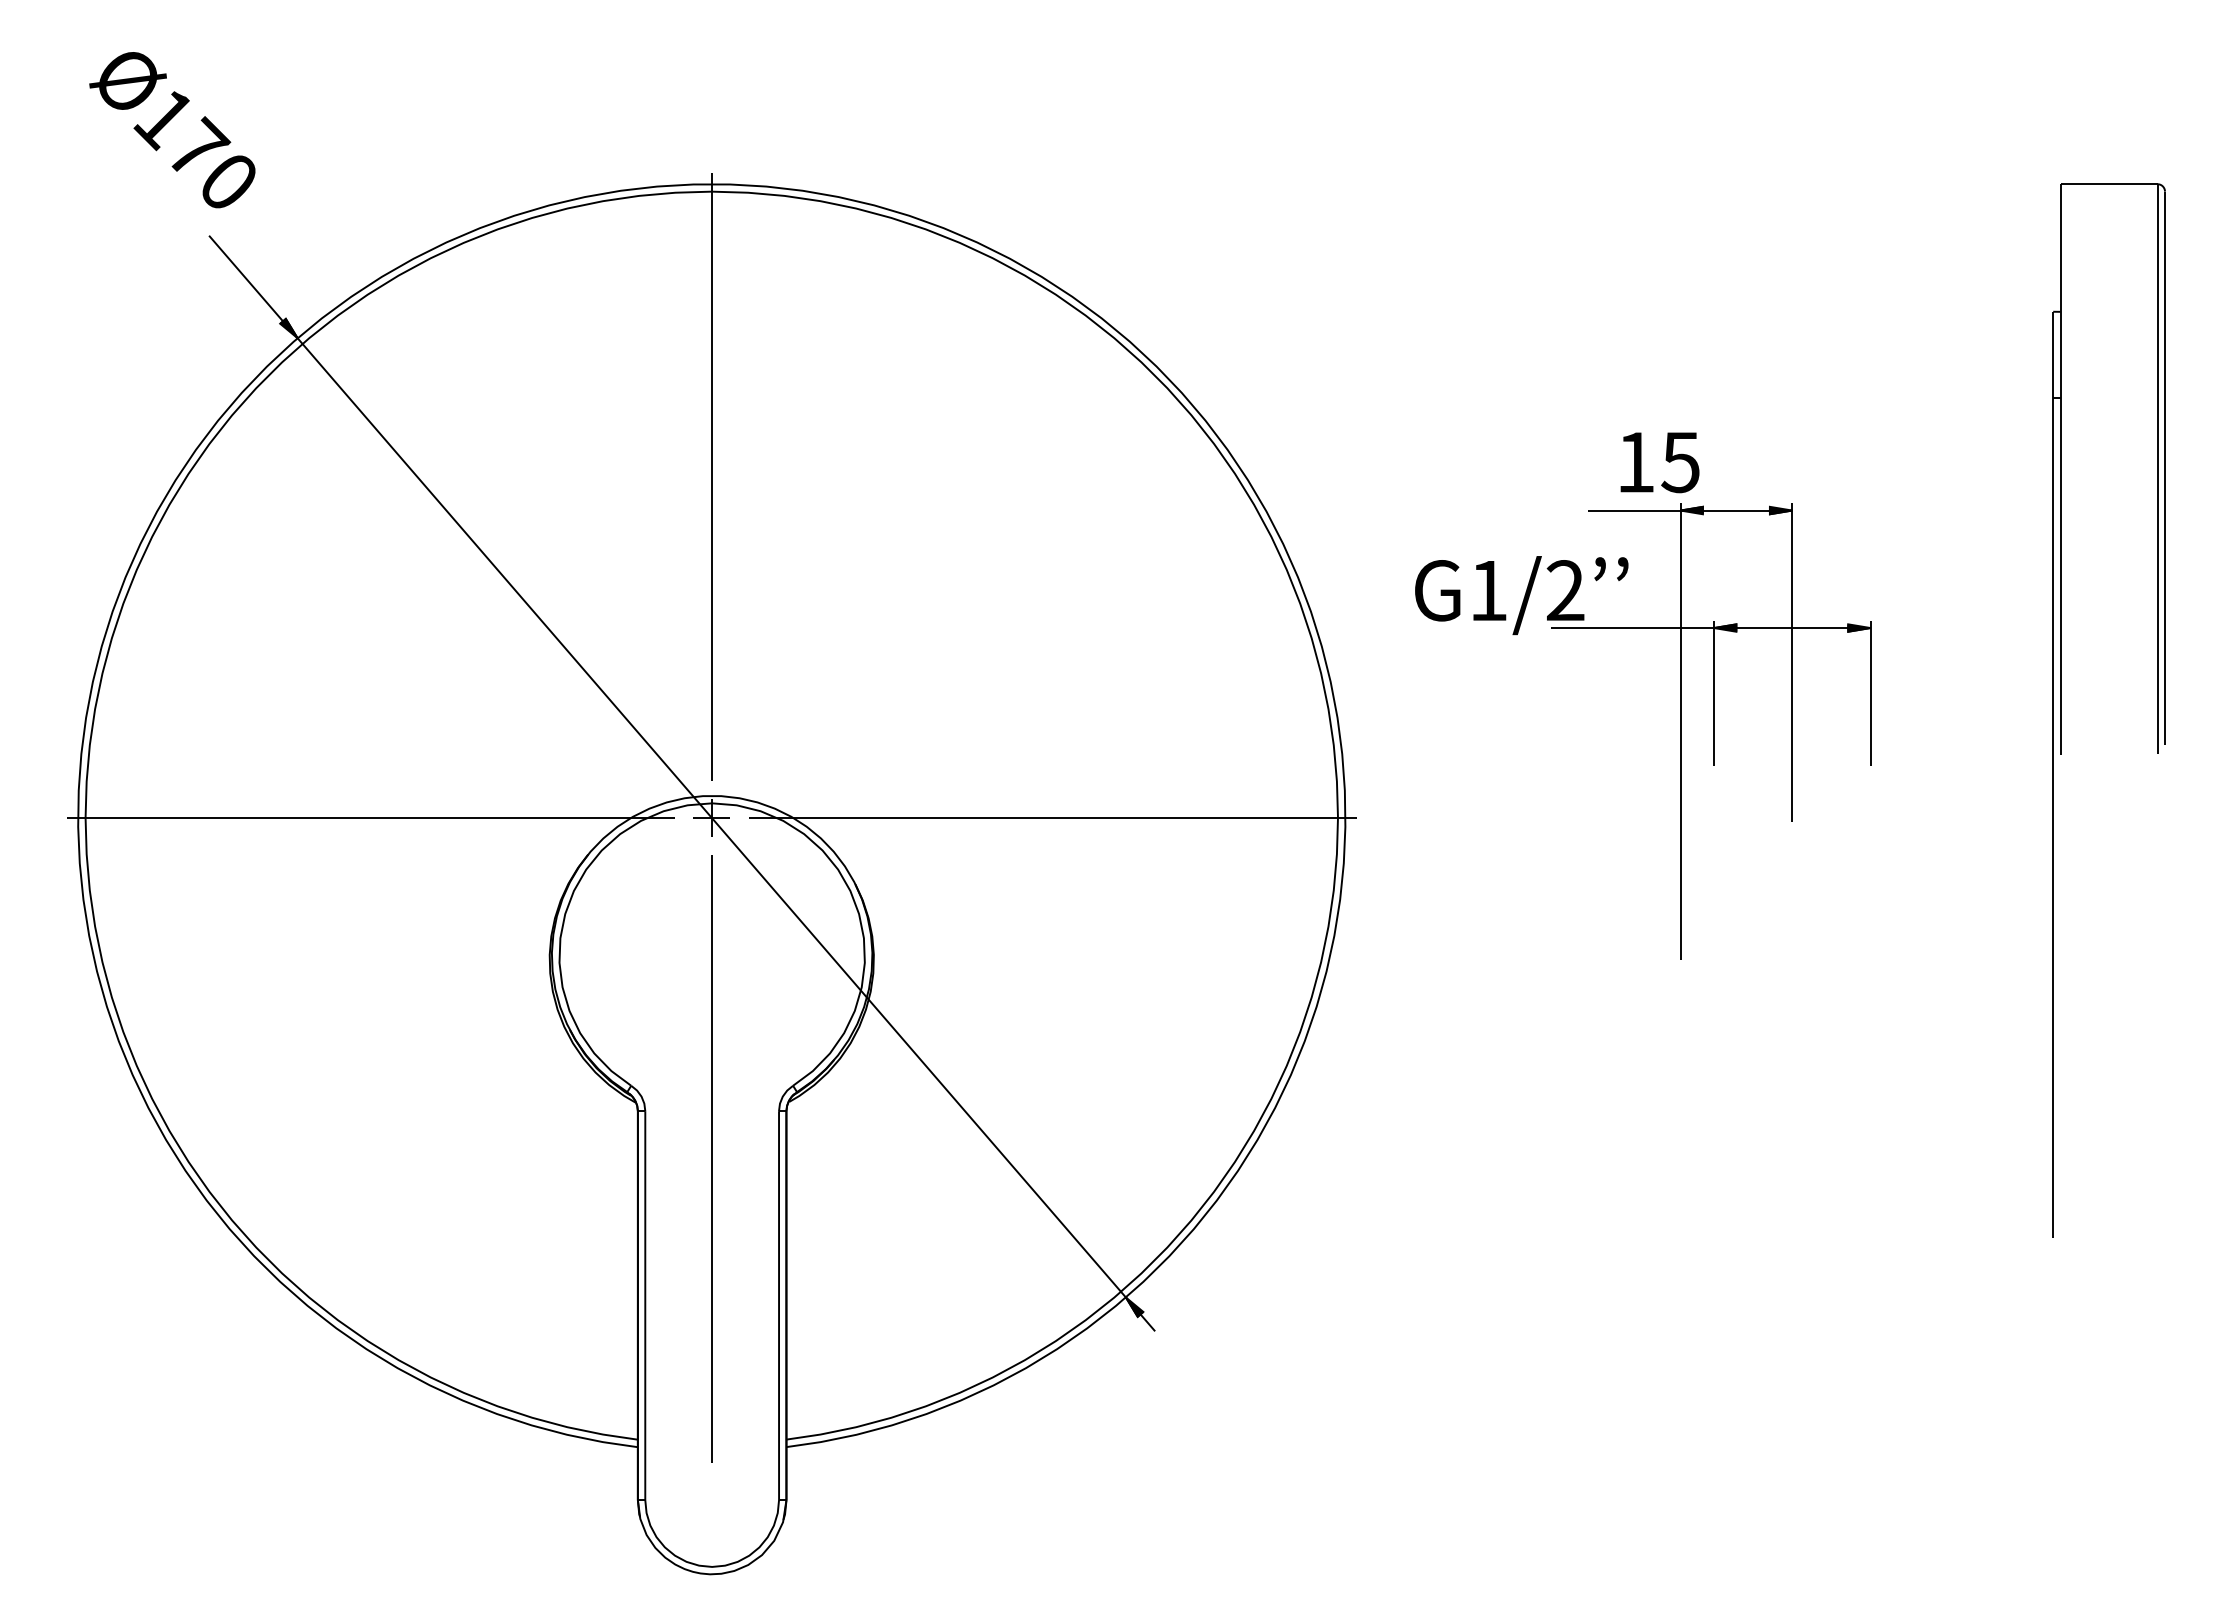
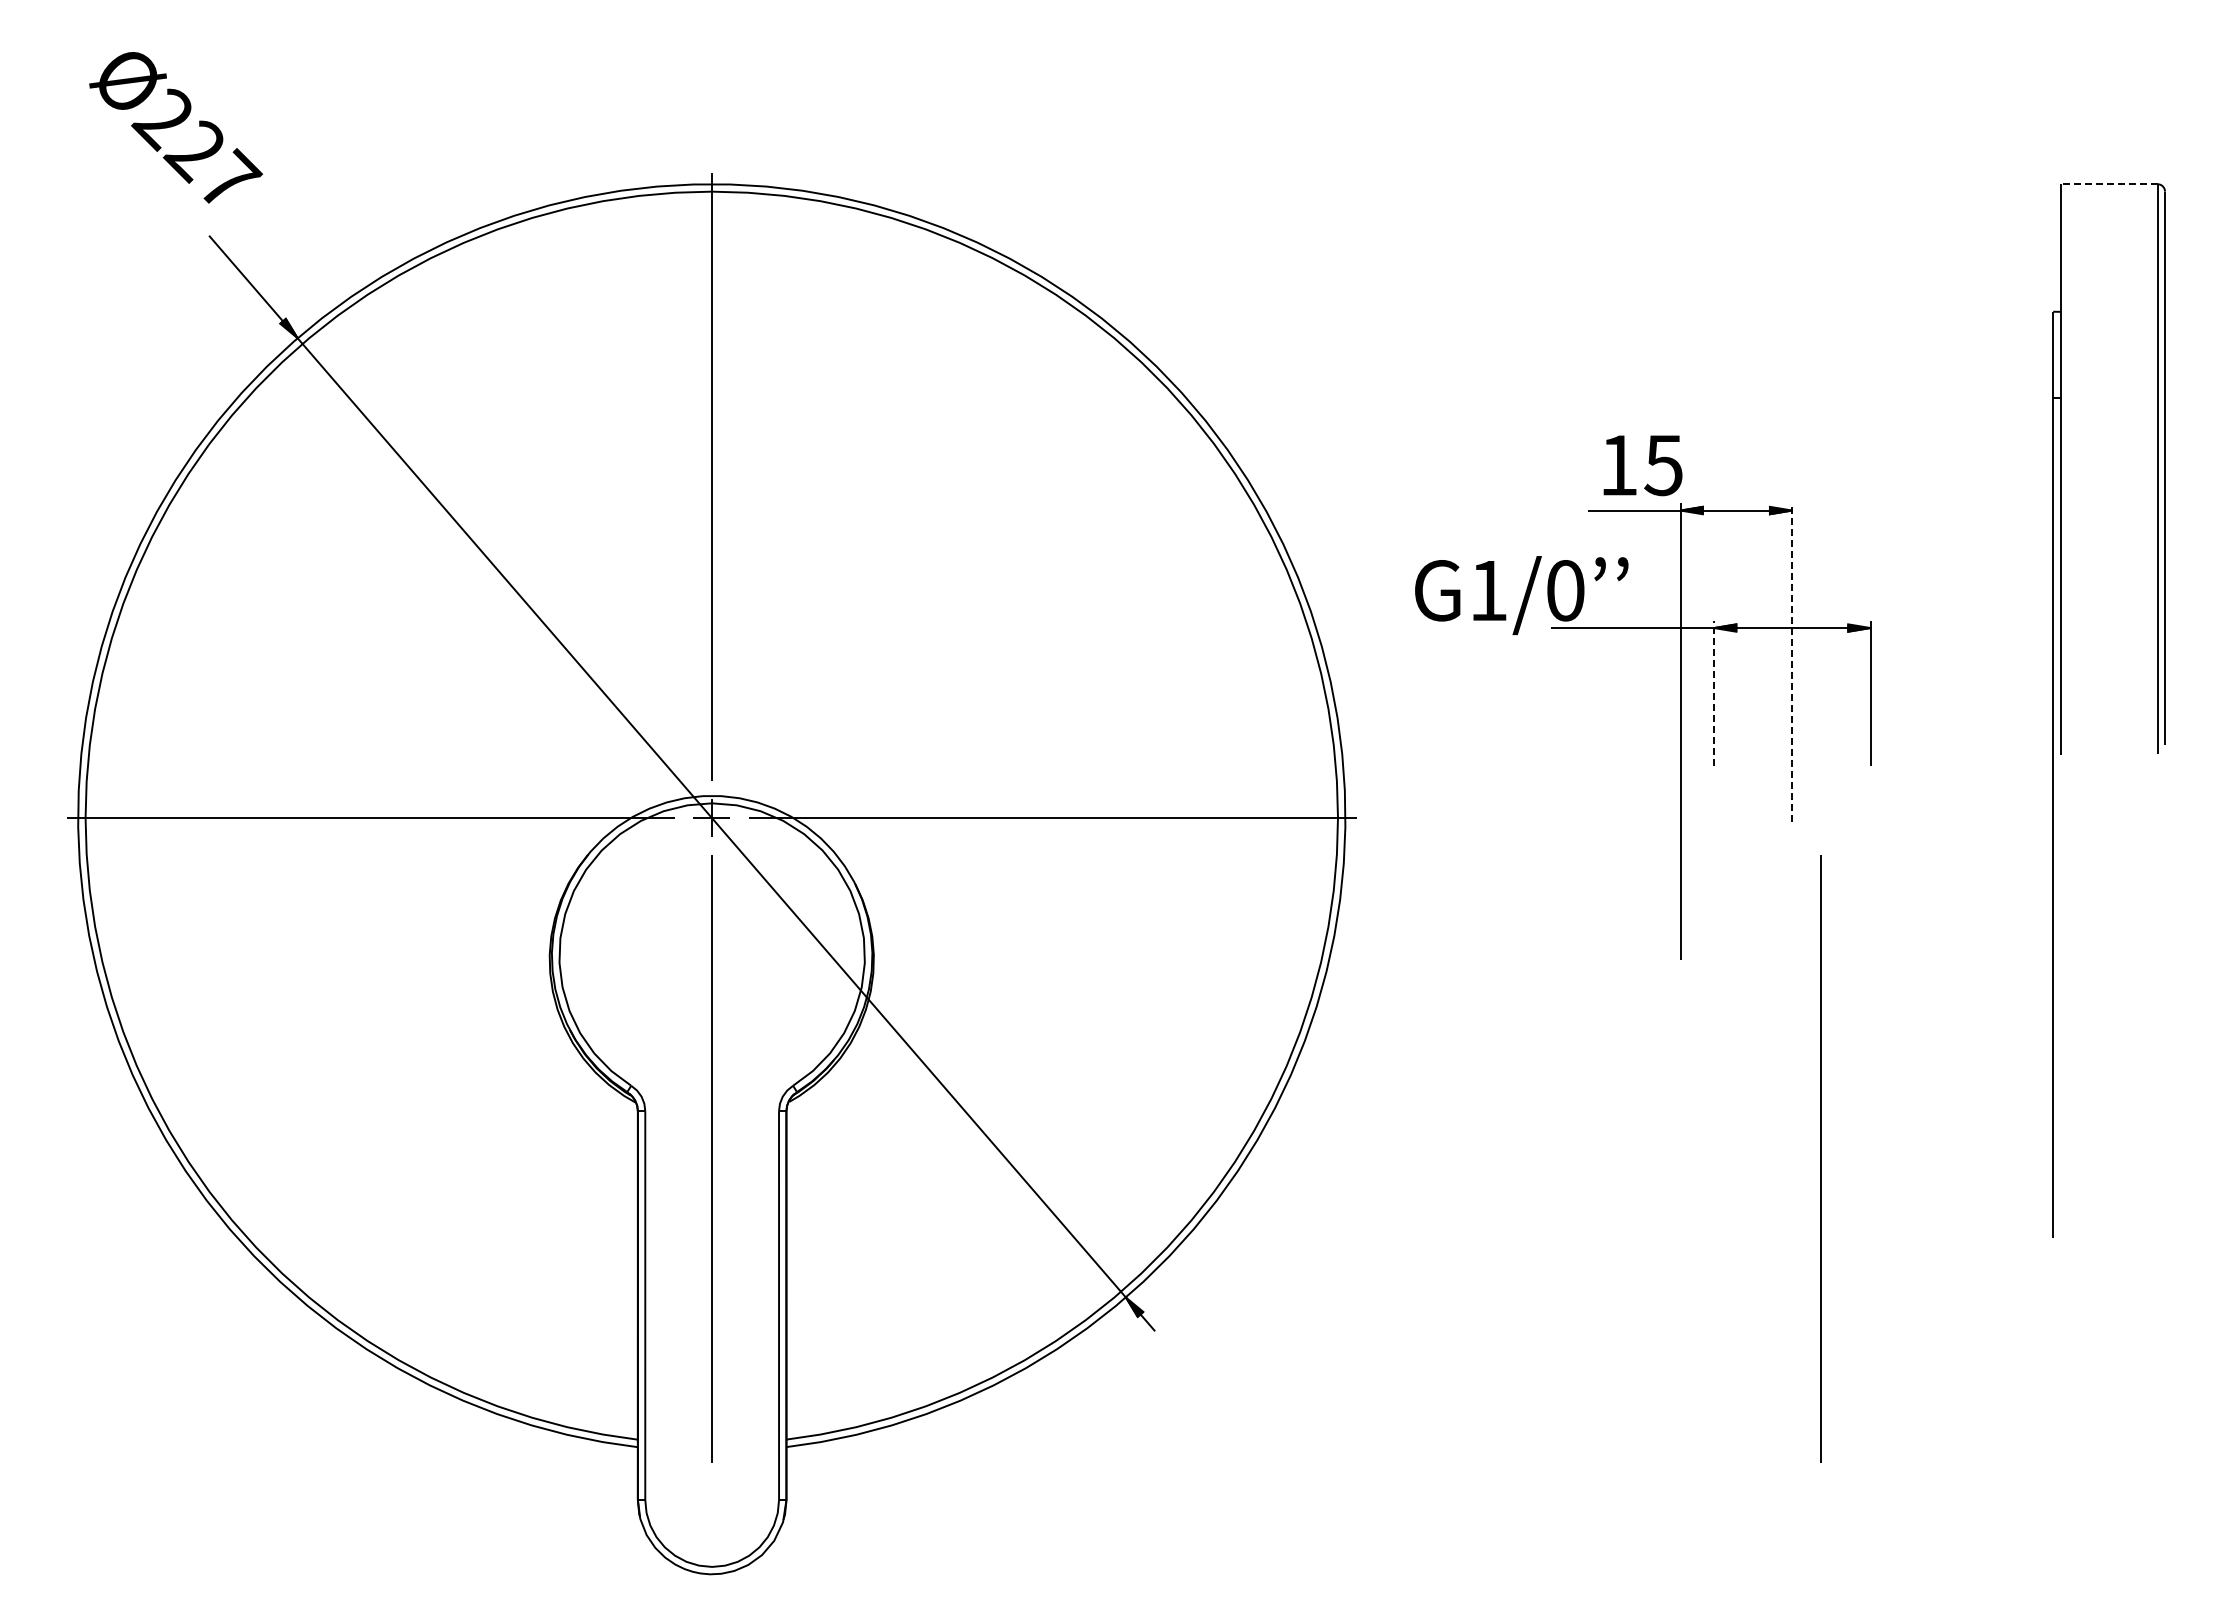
text at (197, 148): Ø170 -> Ø227
line at (2108, 184): solid -> dashed
text at (1659, 462) position: (1659, 462) -> (1642, 465)
text at (1565, 590): G1/2 -> G1/0
line at (1792, 661): solid -> dashed
line at (1714, 693): solid -> dashed
line at (1820, 1158): none -> present
